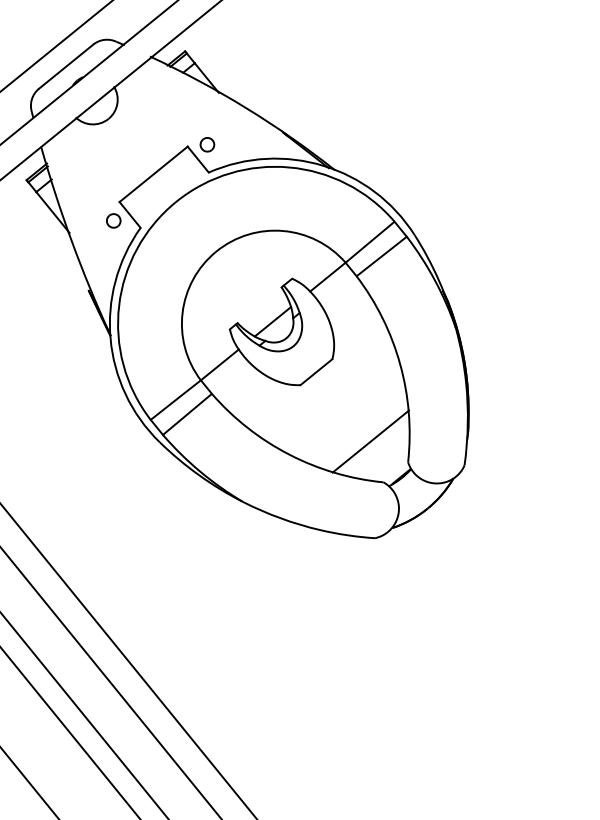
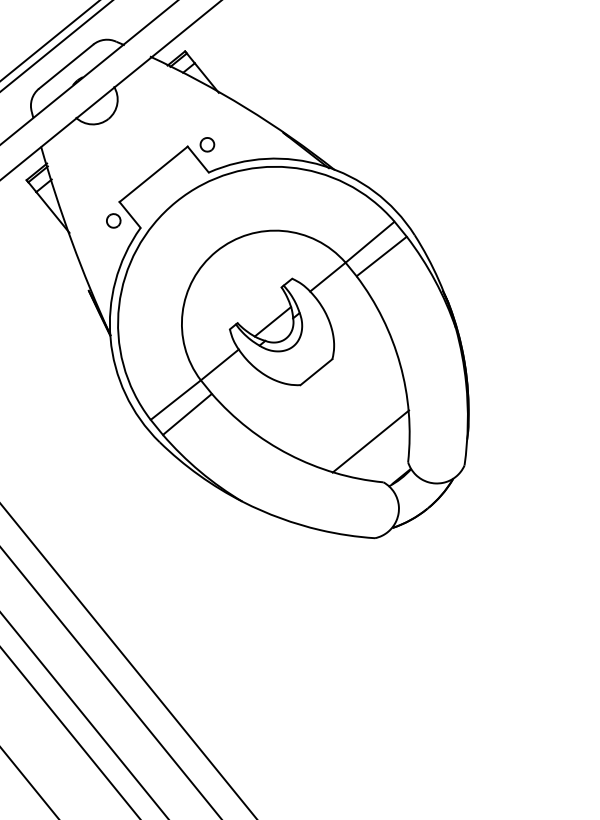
line at (49, 40): none -> present
